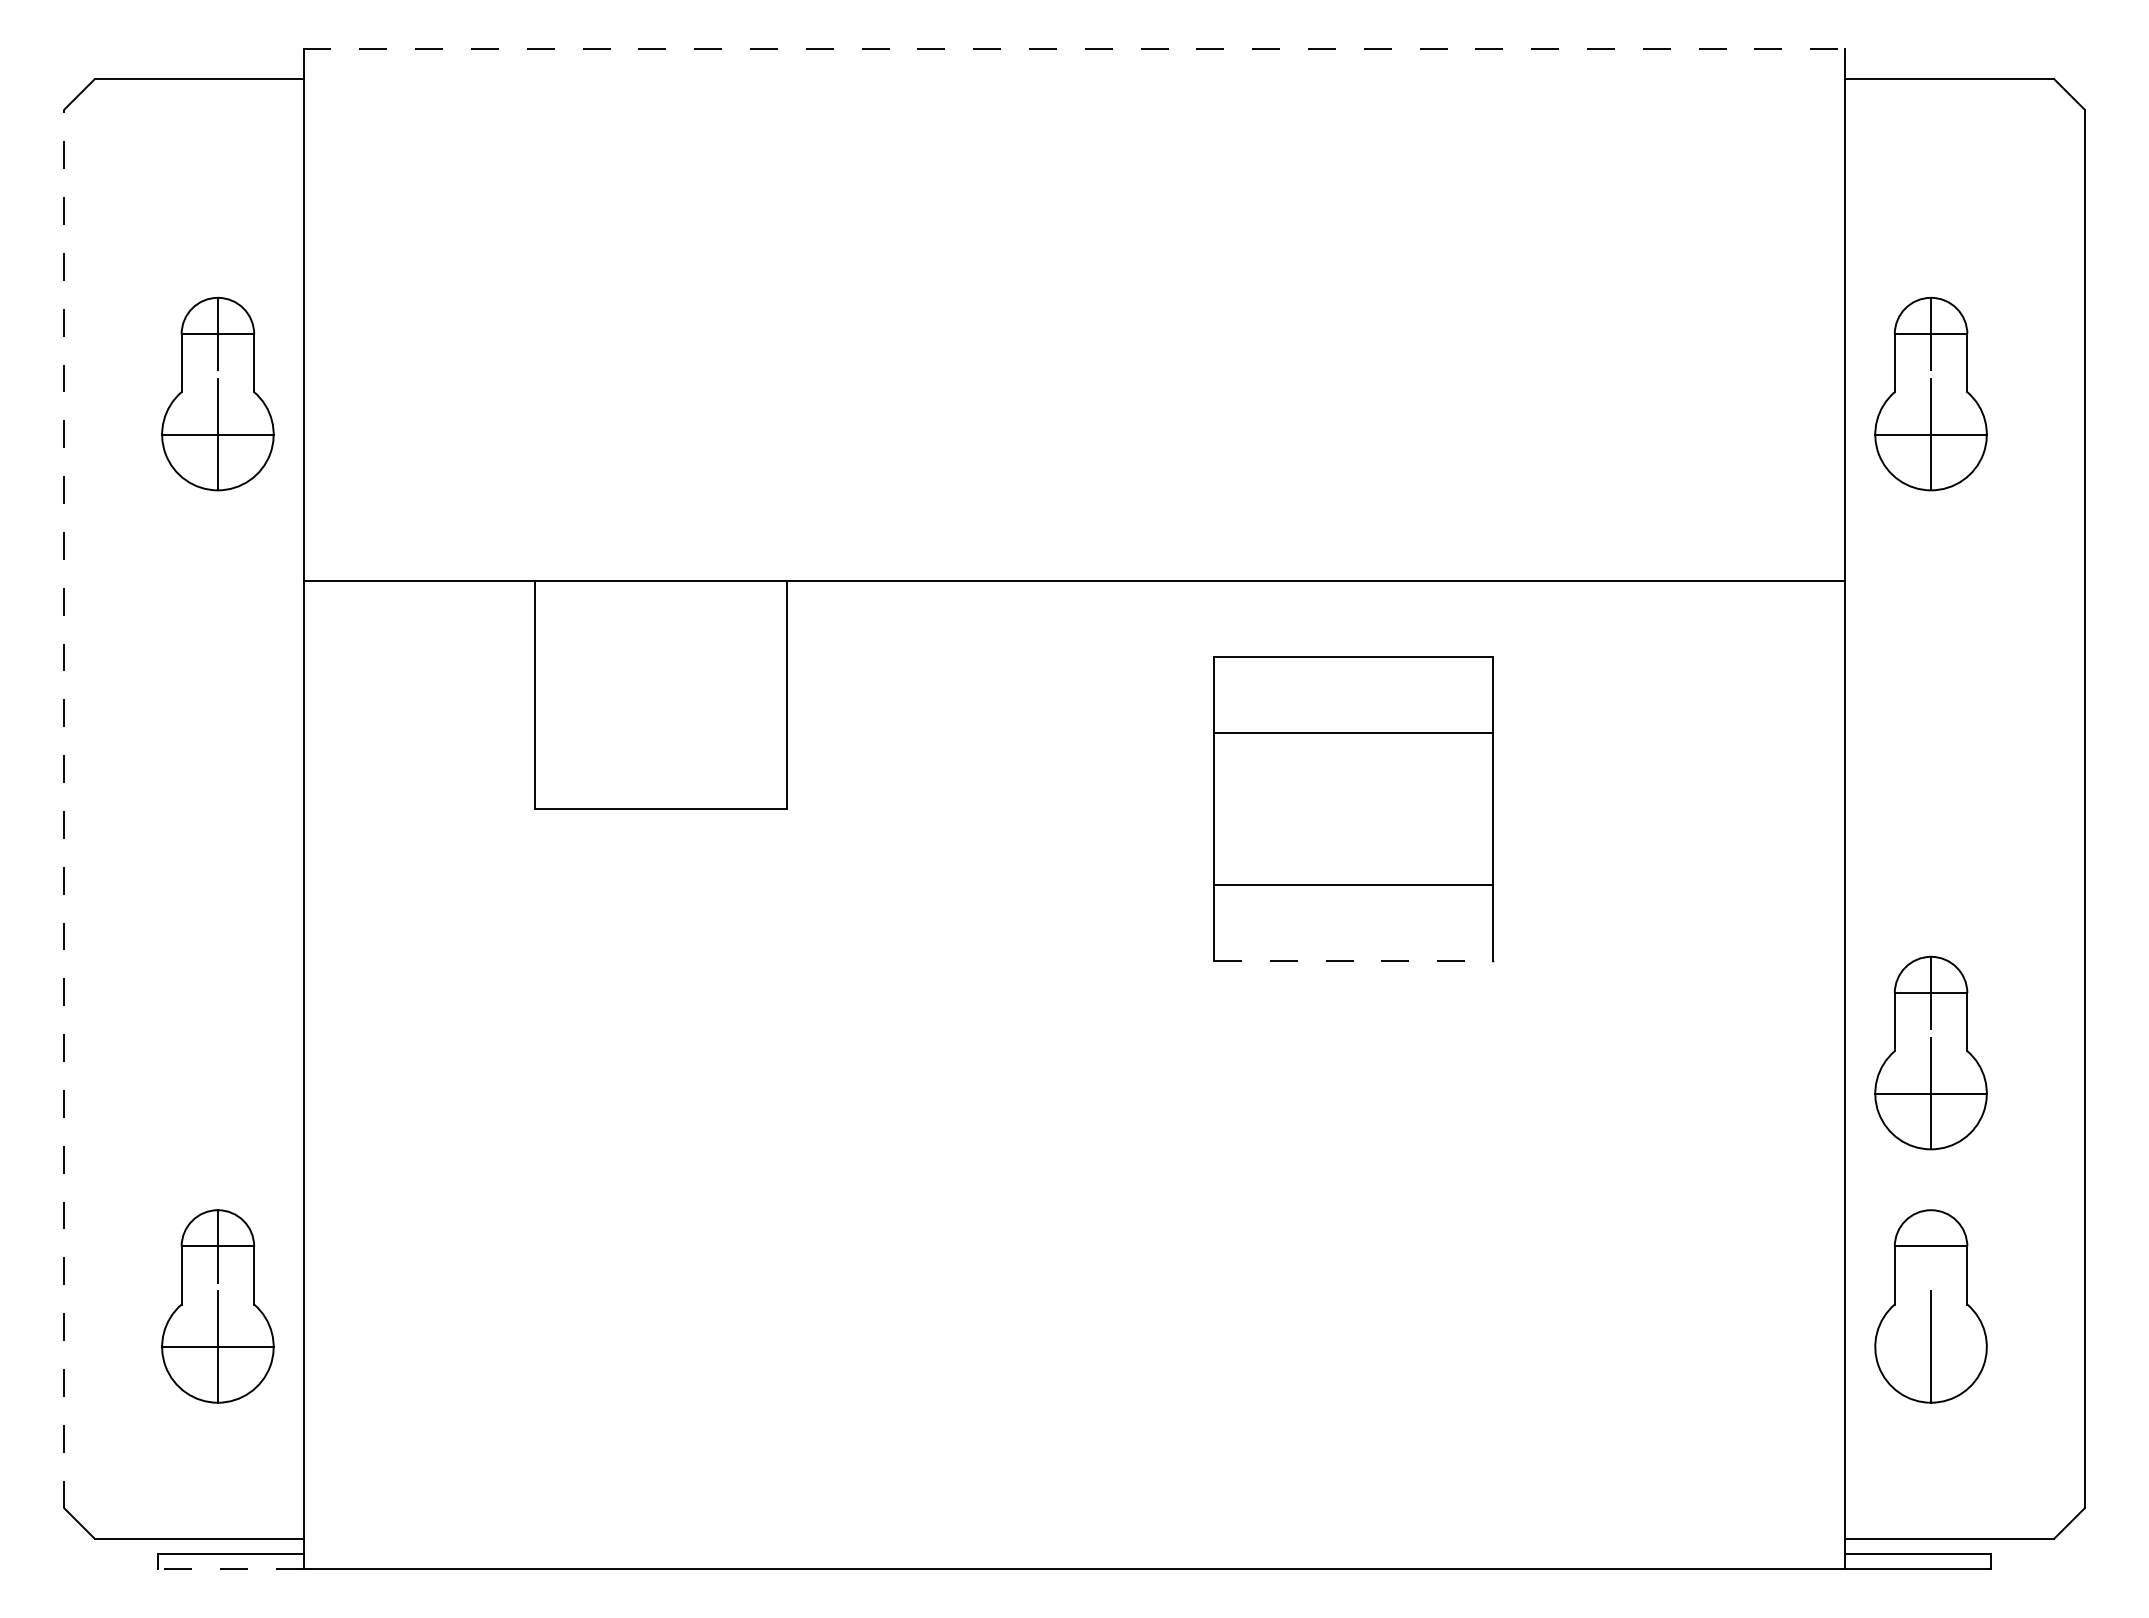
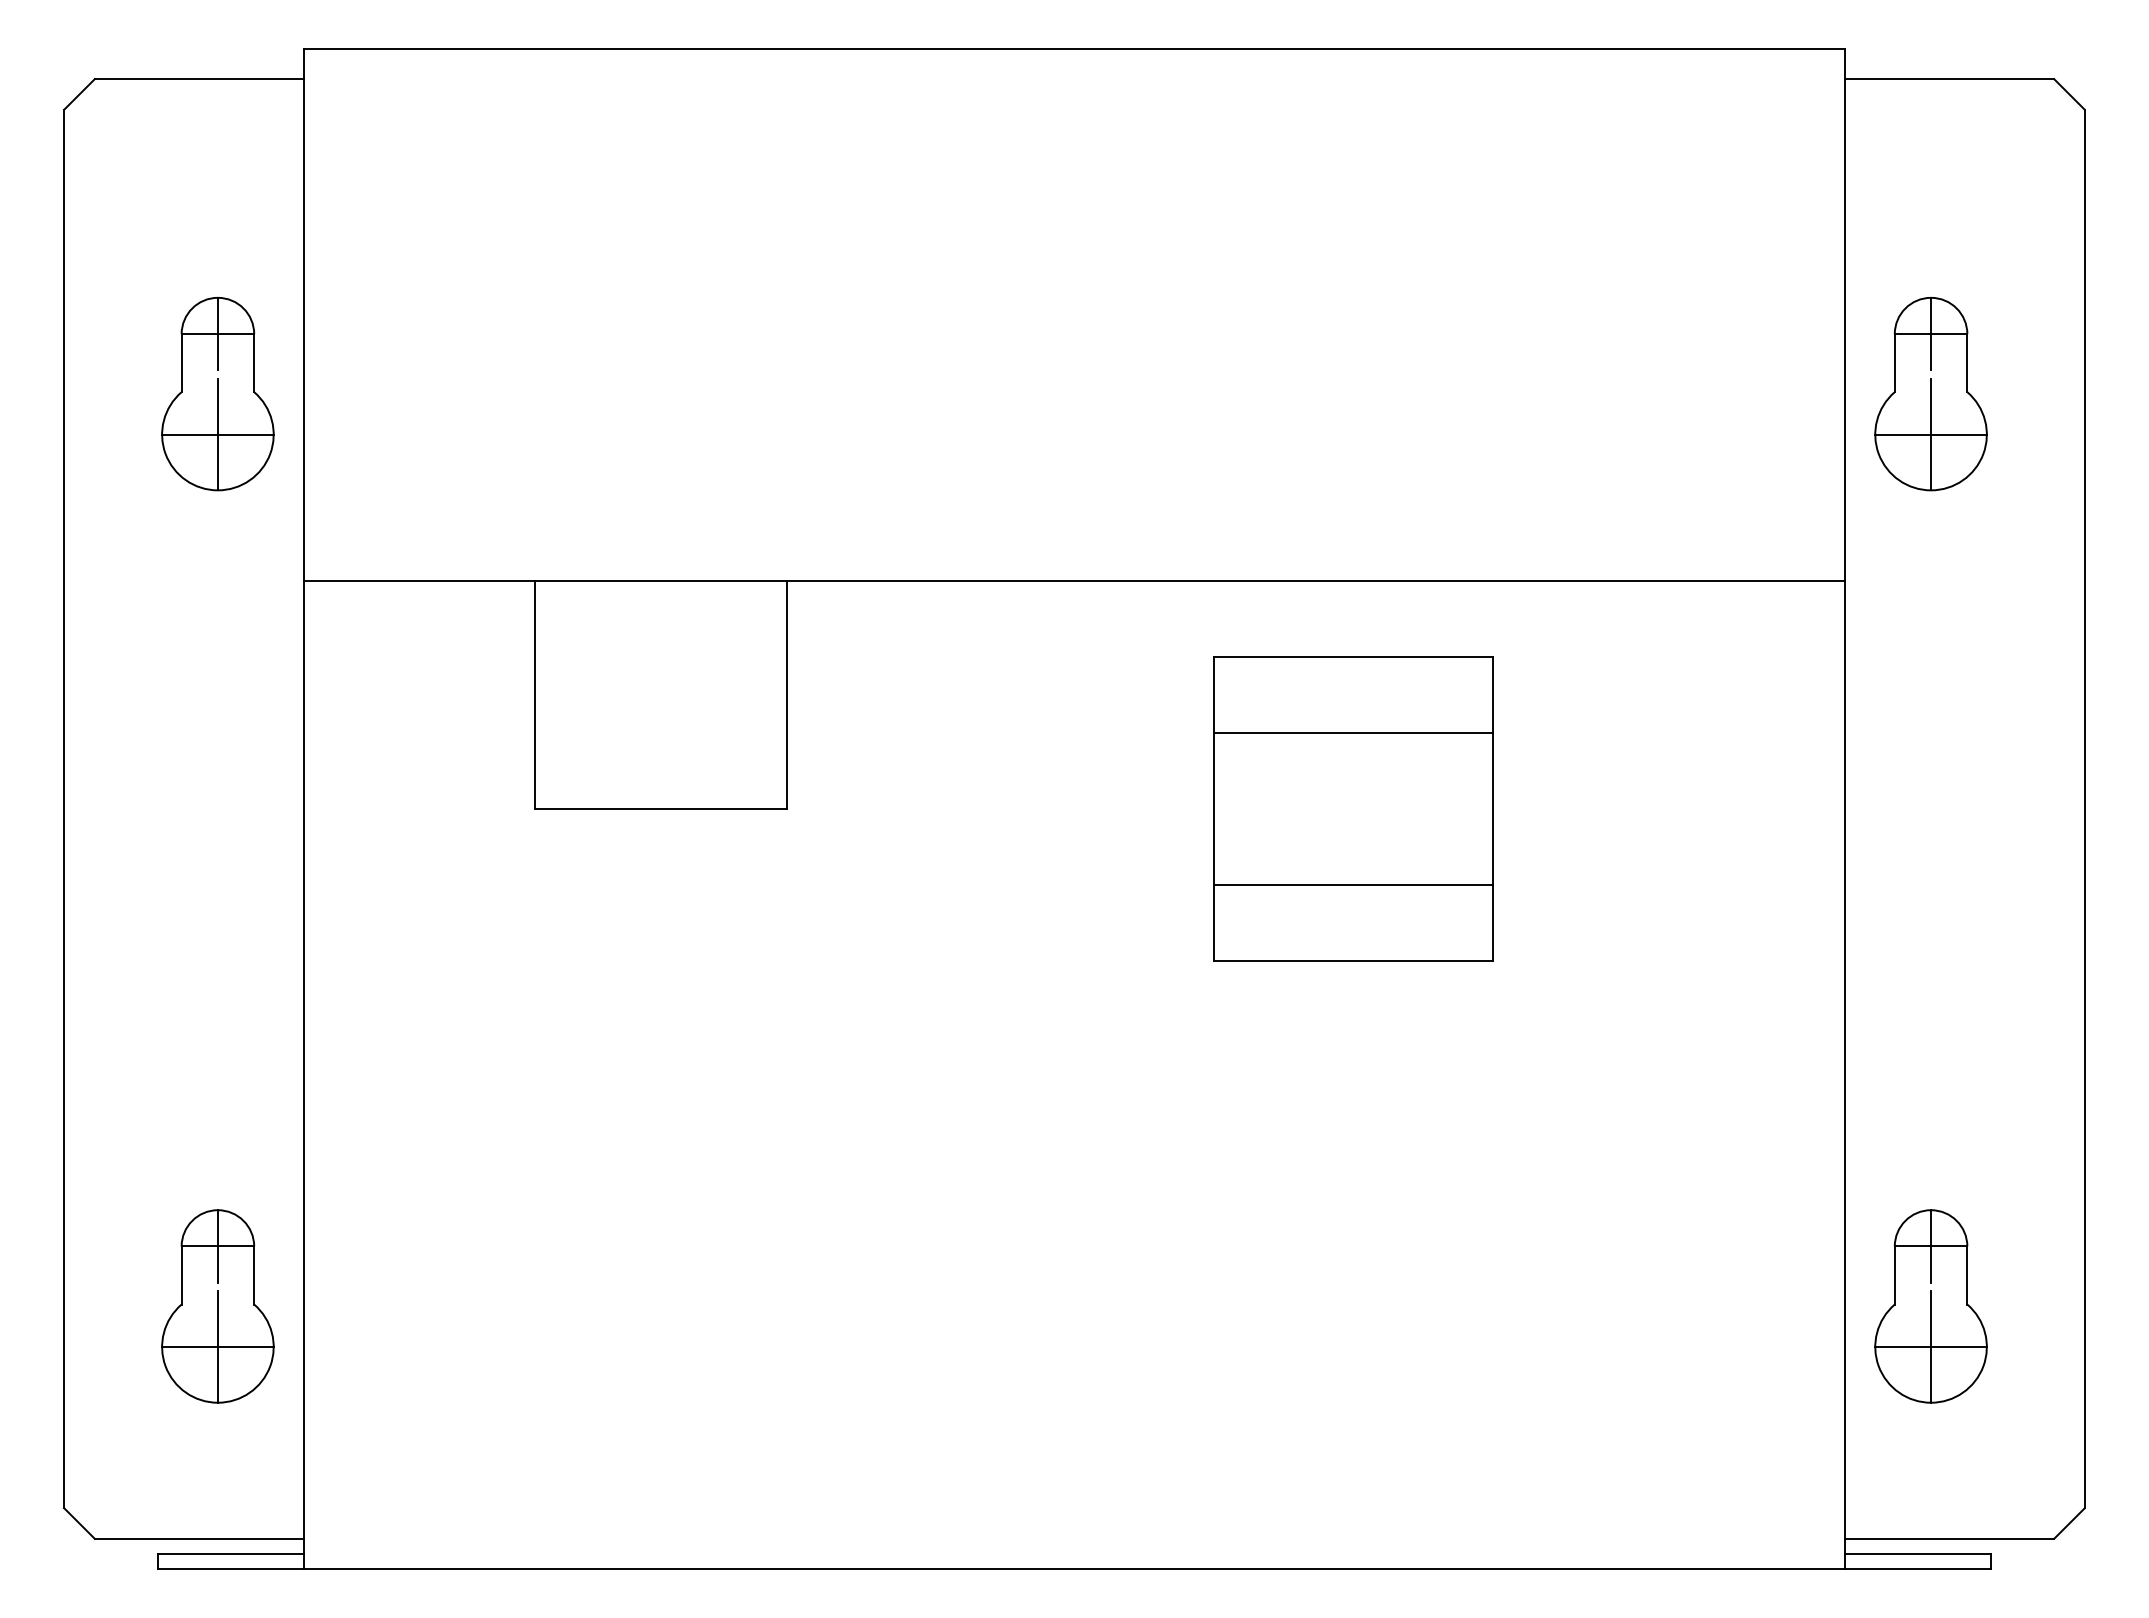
line at (1074, 48): dashed -> solid
line at (64, 808): dashed -> solid
line at (1353, 961): dashed -> solid
part at (1930, 1053): present -> none
line at (1931, 1246): none -> present
line at (1930, 1346): none -> present
line at (231, 1569): dashed -> solid
